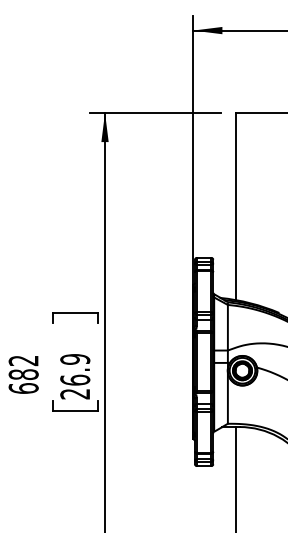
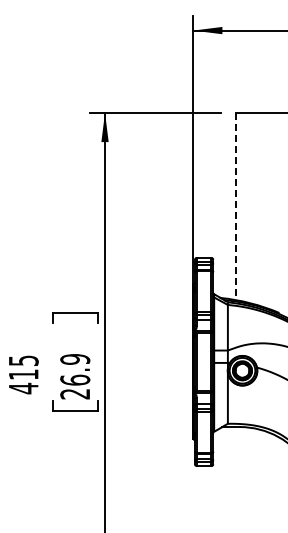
line at (235, 206): solid -> dashed
text at (23, 374): 682 -> 415
line at (235, 478): present -> none
